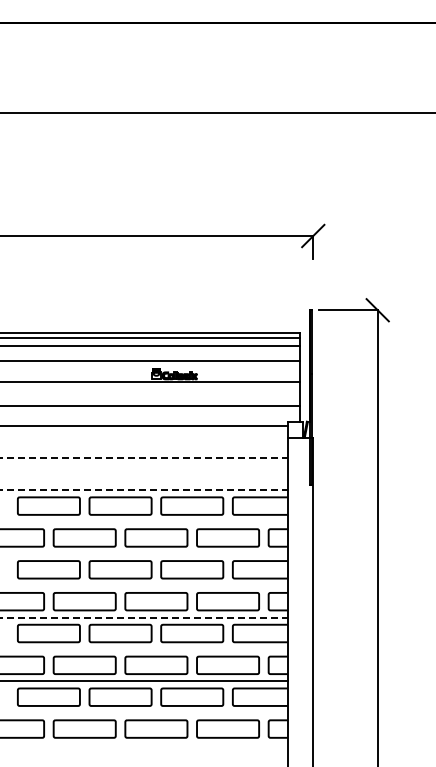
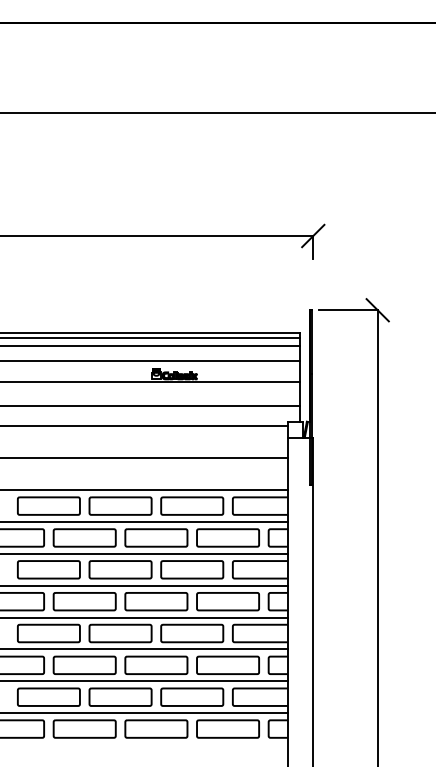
line at (144, 458): dashed -> solid
line at (144, 490): dashed -> solid
line at (144, 522): none -> present
line at (144, 553): none -> present
line at (144, 585): none -> present
line at (144, 617): dashed -> solid
line at (144, 649): none -> present
line at (144, 713): none -> present
